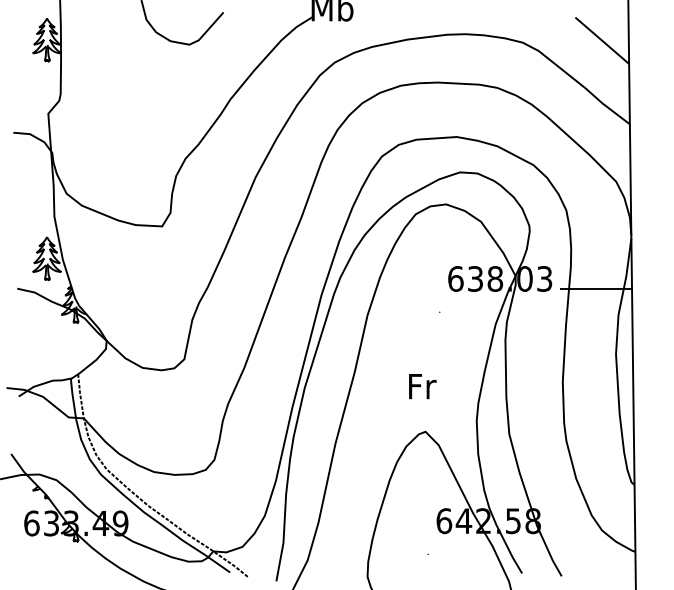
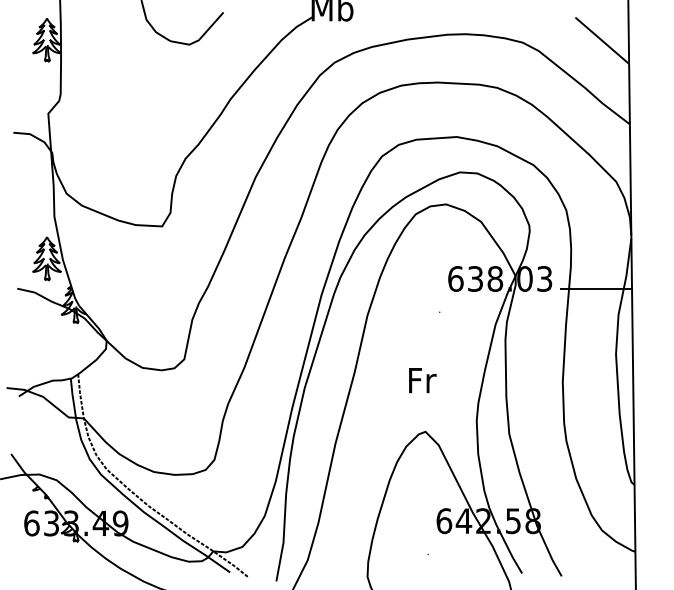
text at (422, 386) position: (422, 386) -> (422, 380)
